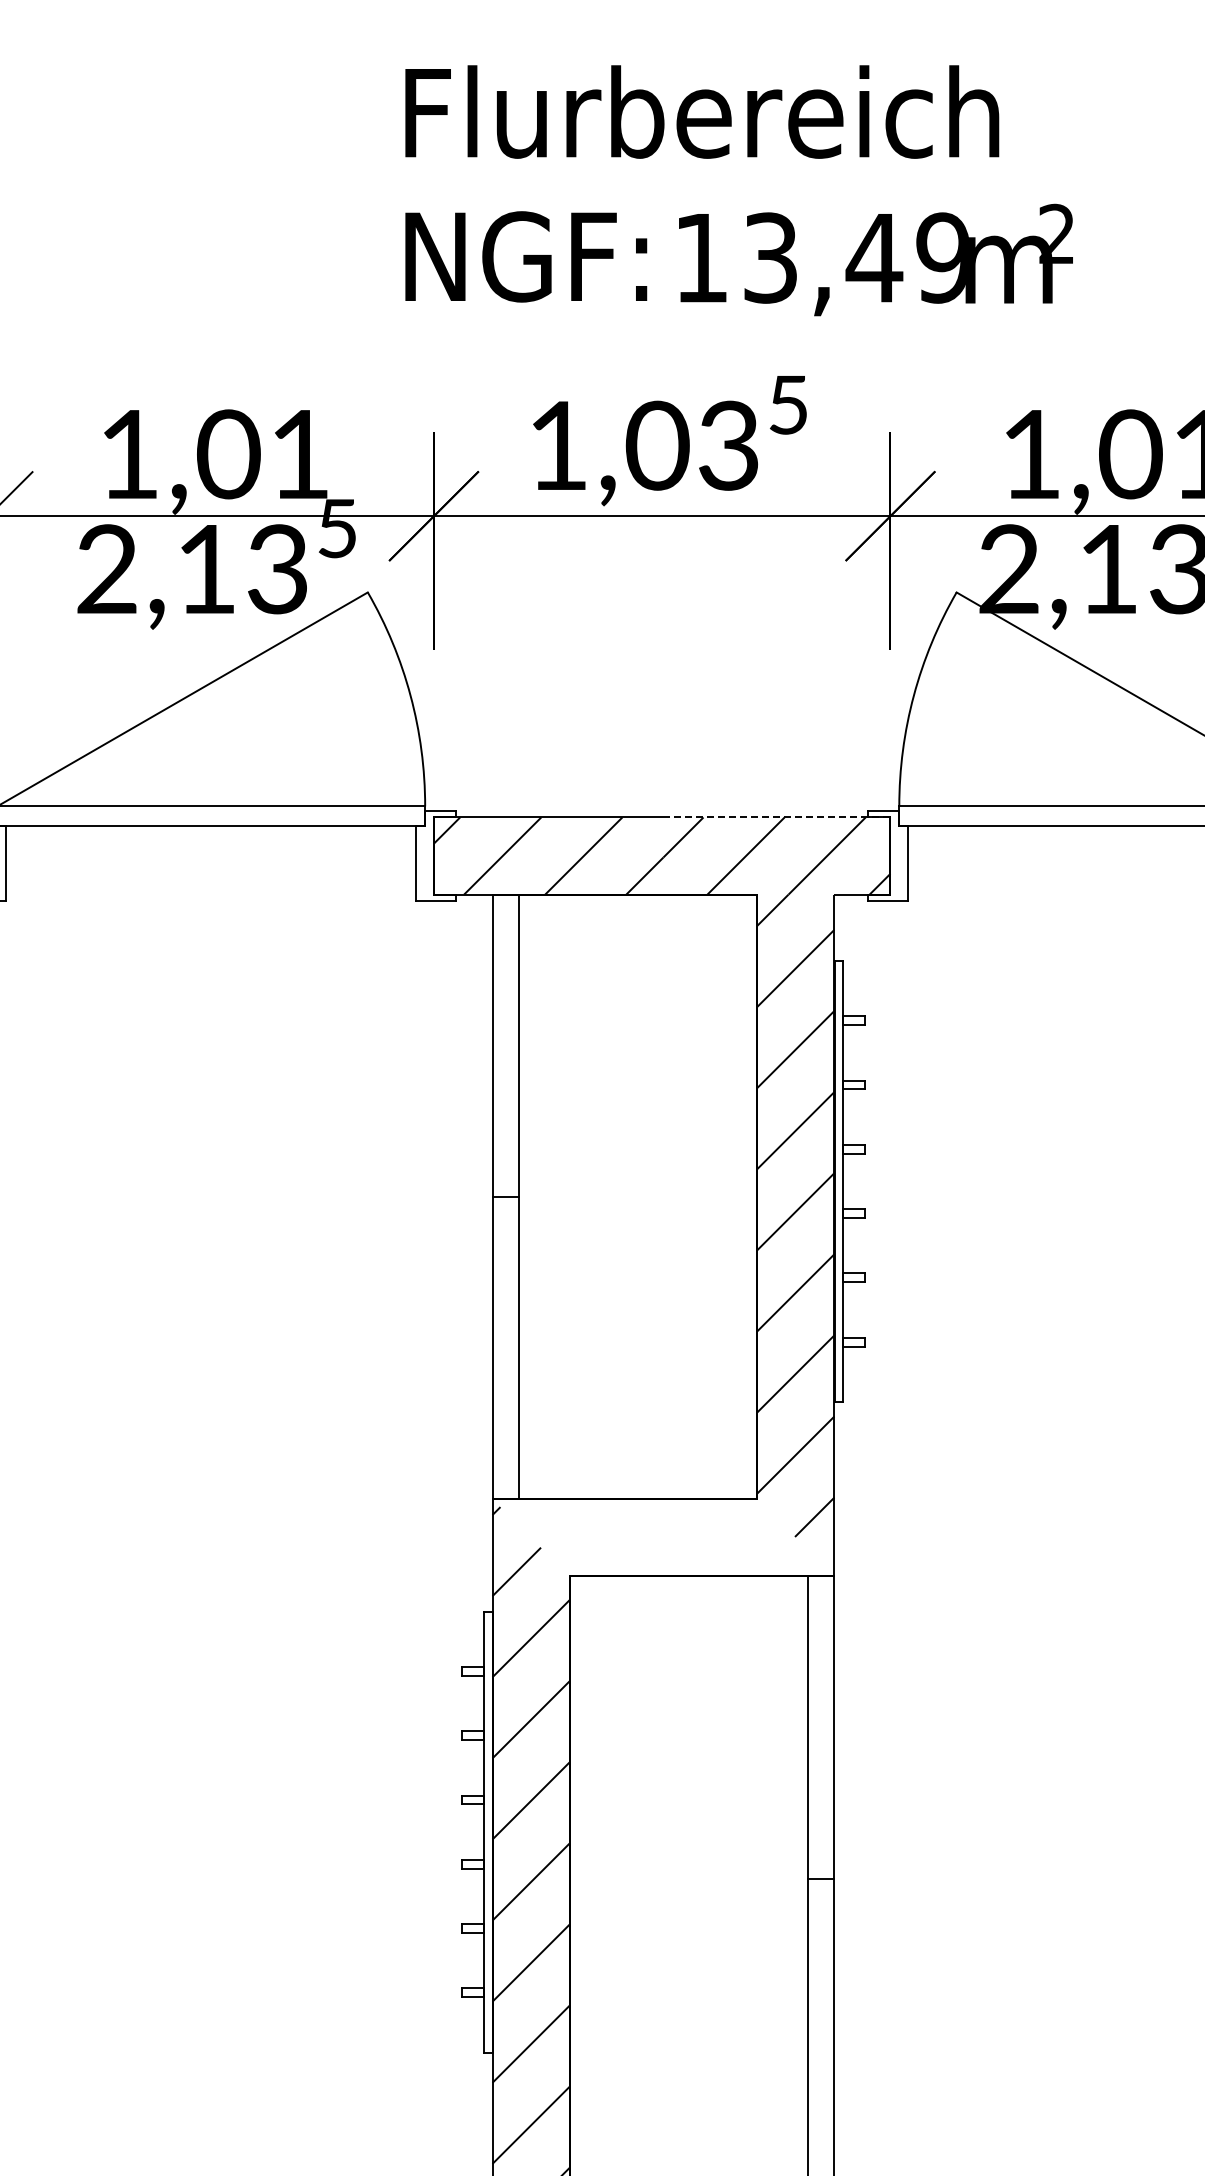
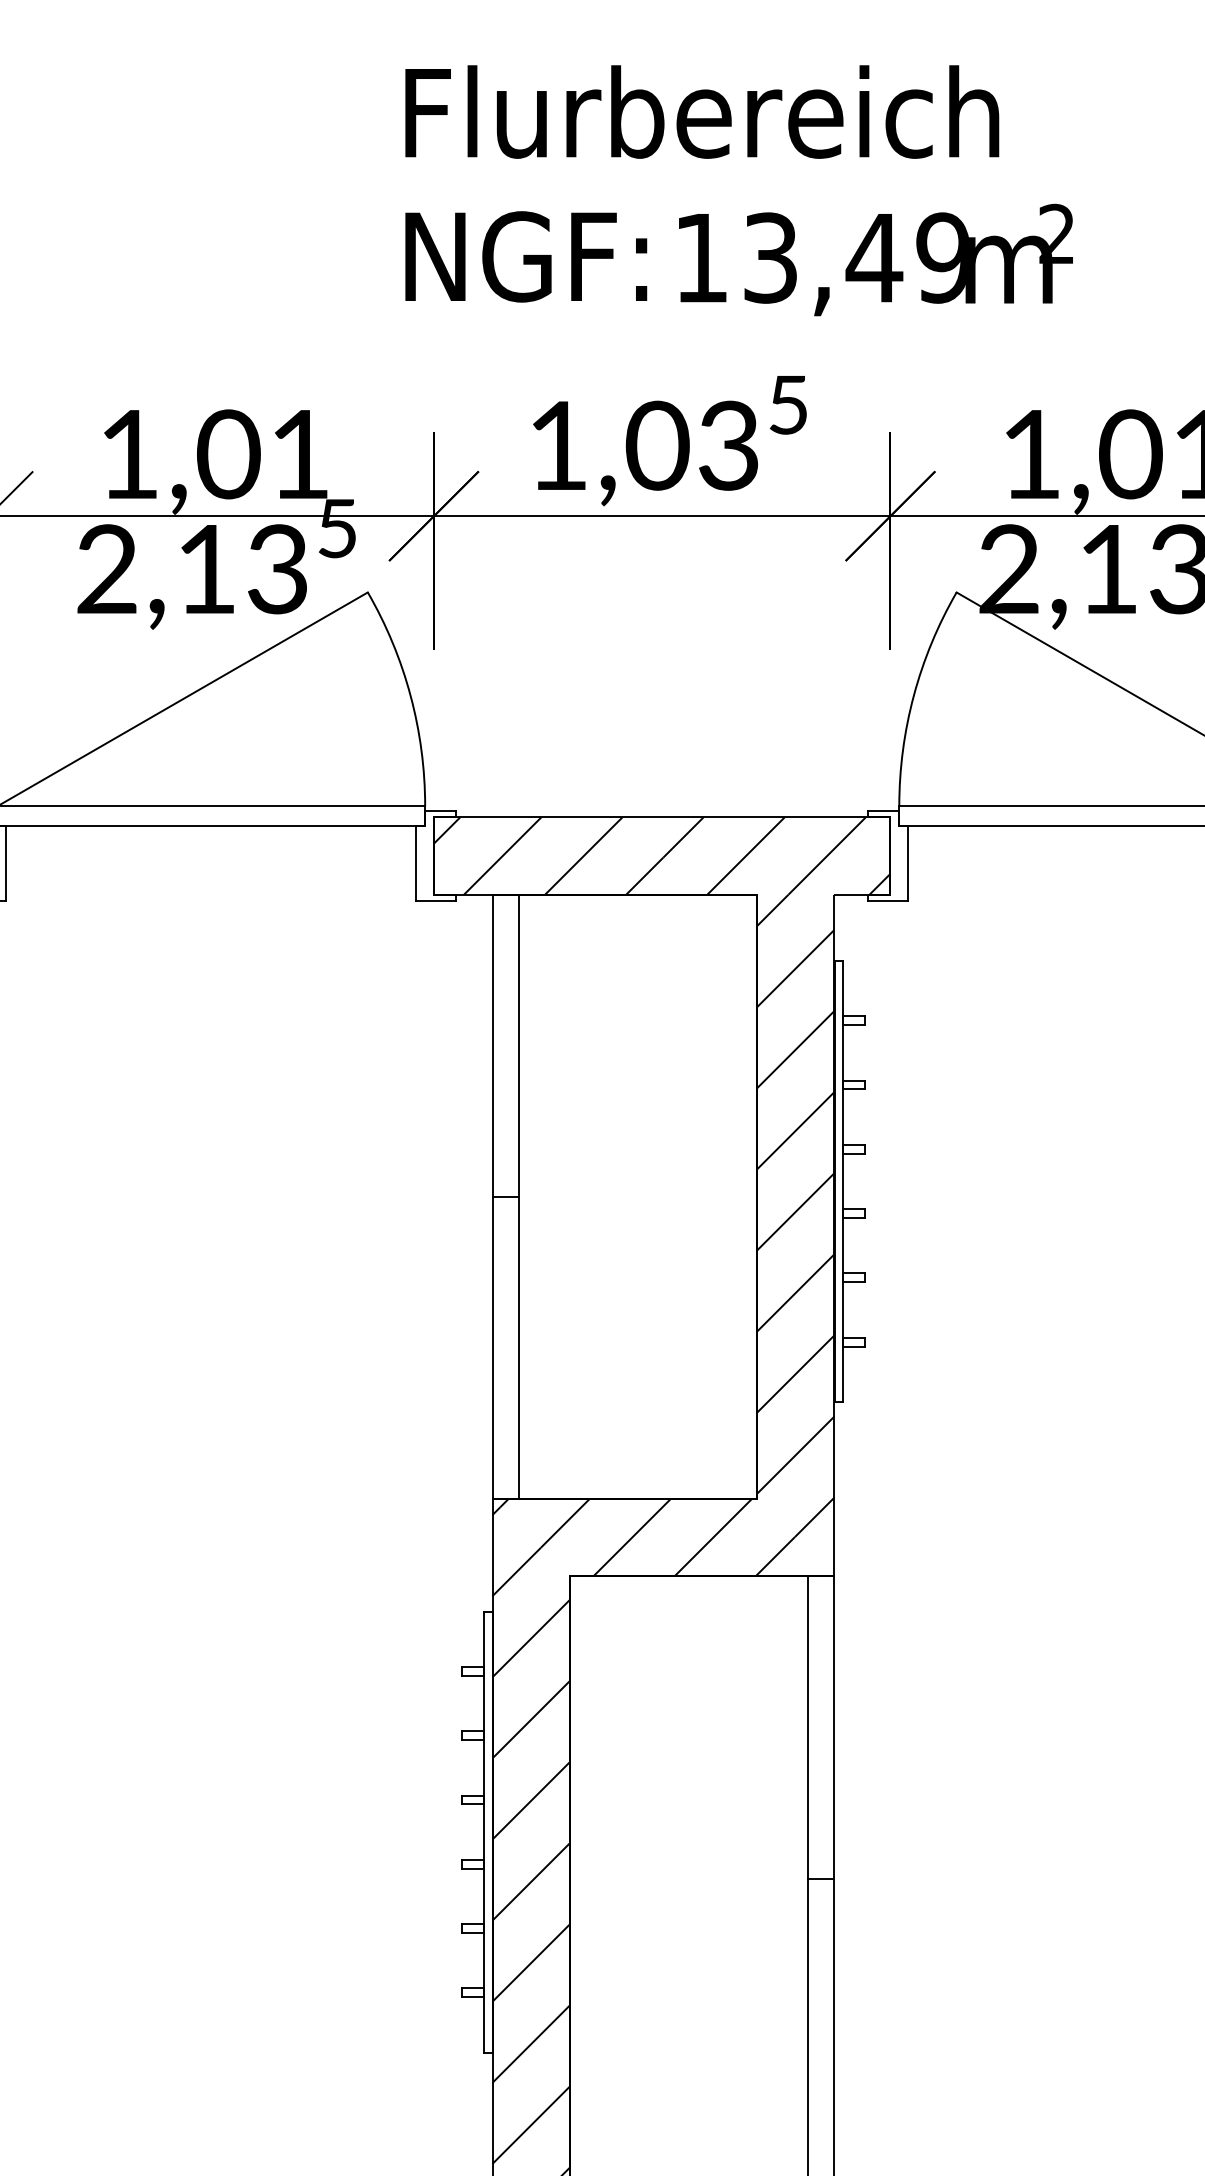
line at (776, 817): dashed -> solid
hatch at (647, 1537): none -> present
